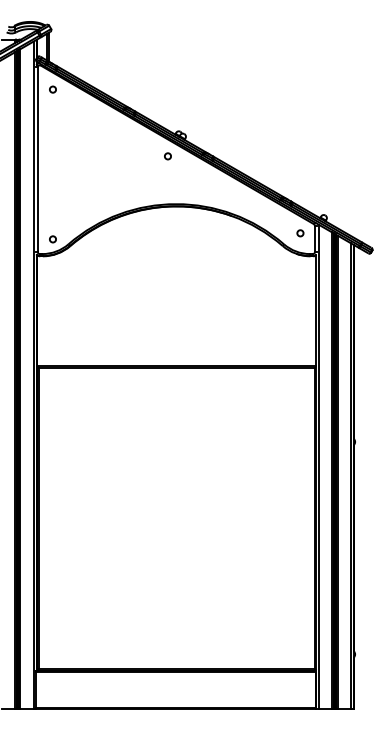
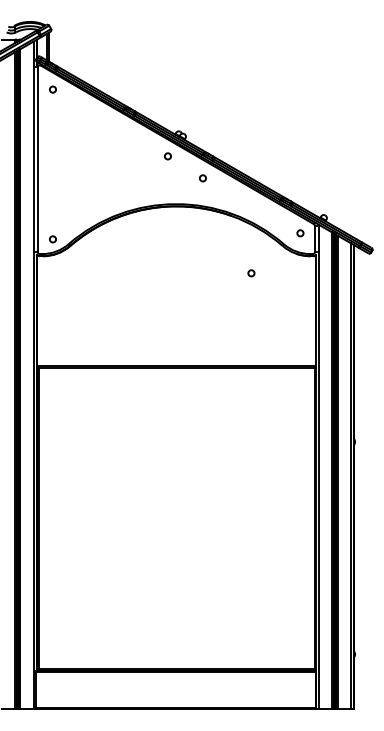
circle at (202, 178): none -> present
circle at (251, 273): none -> present
